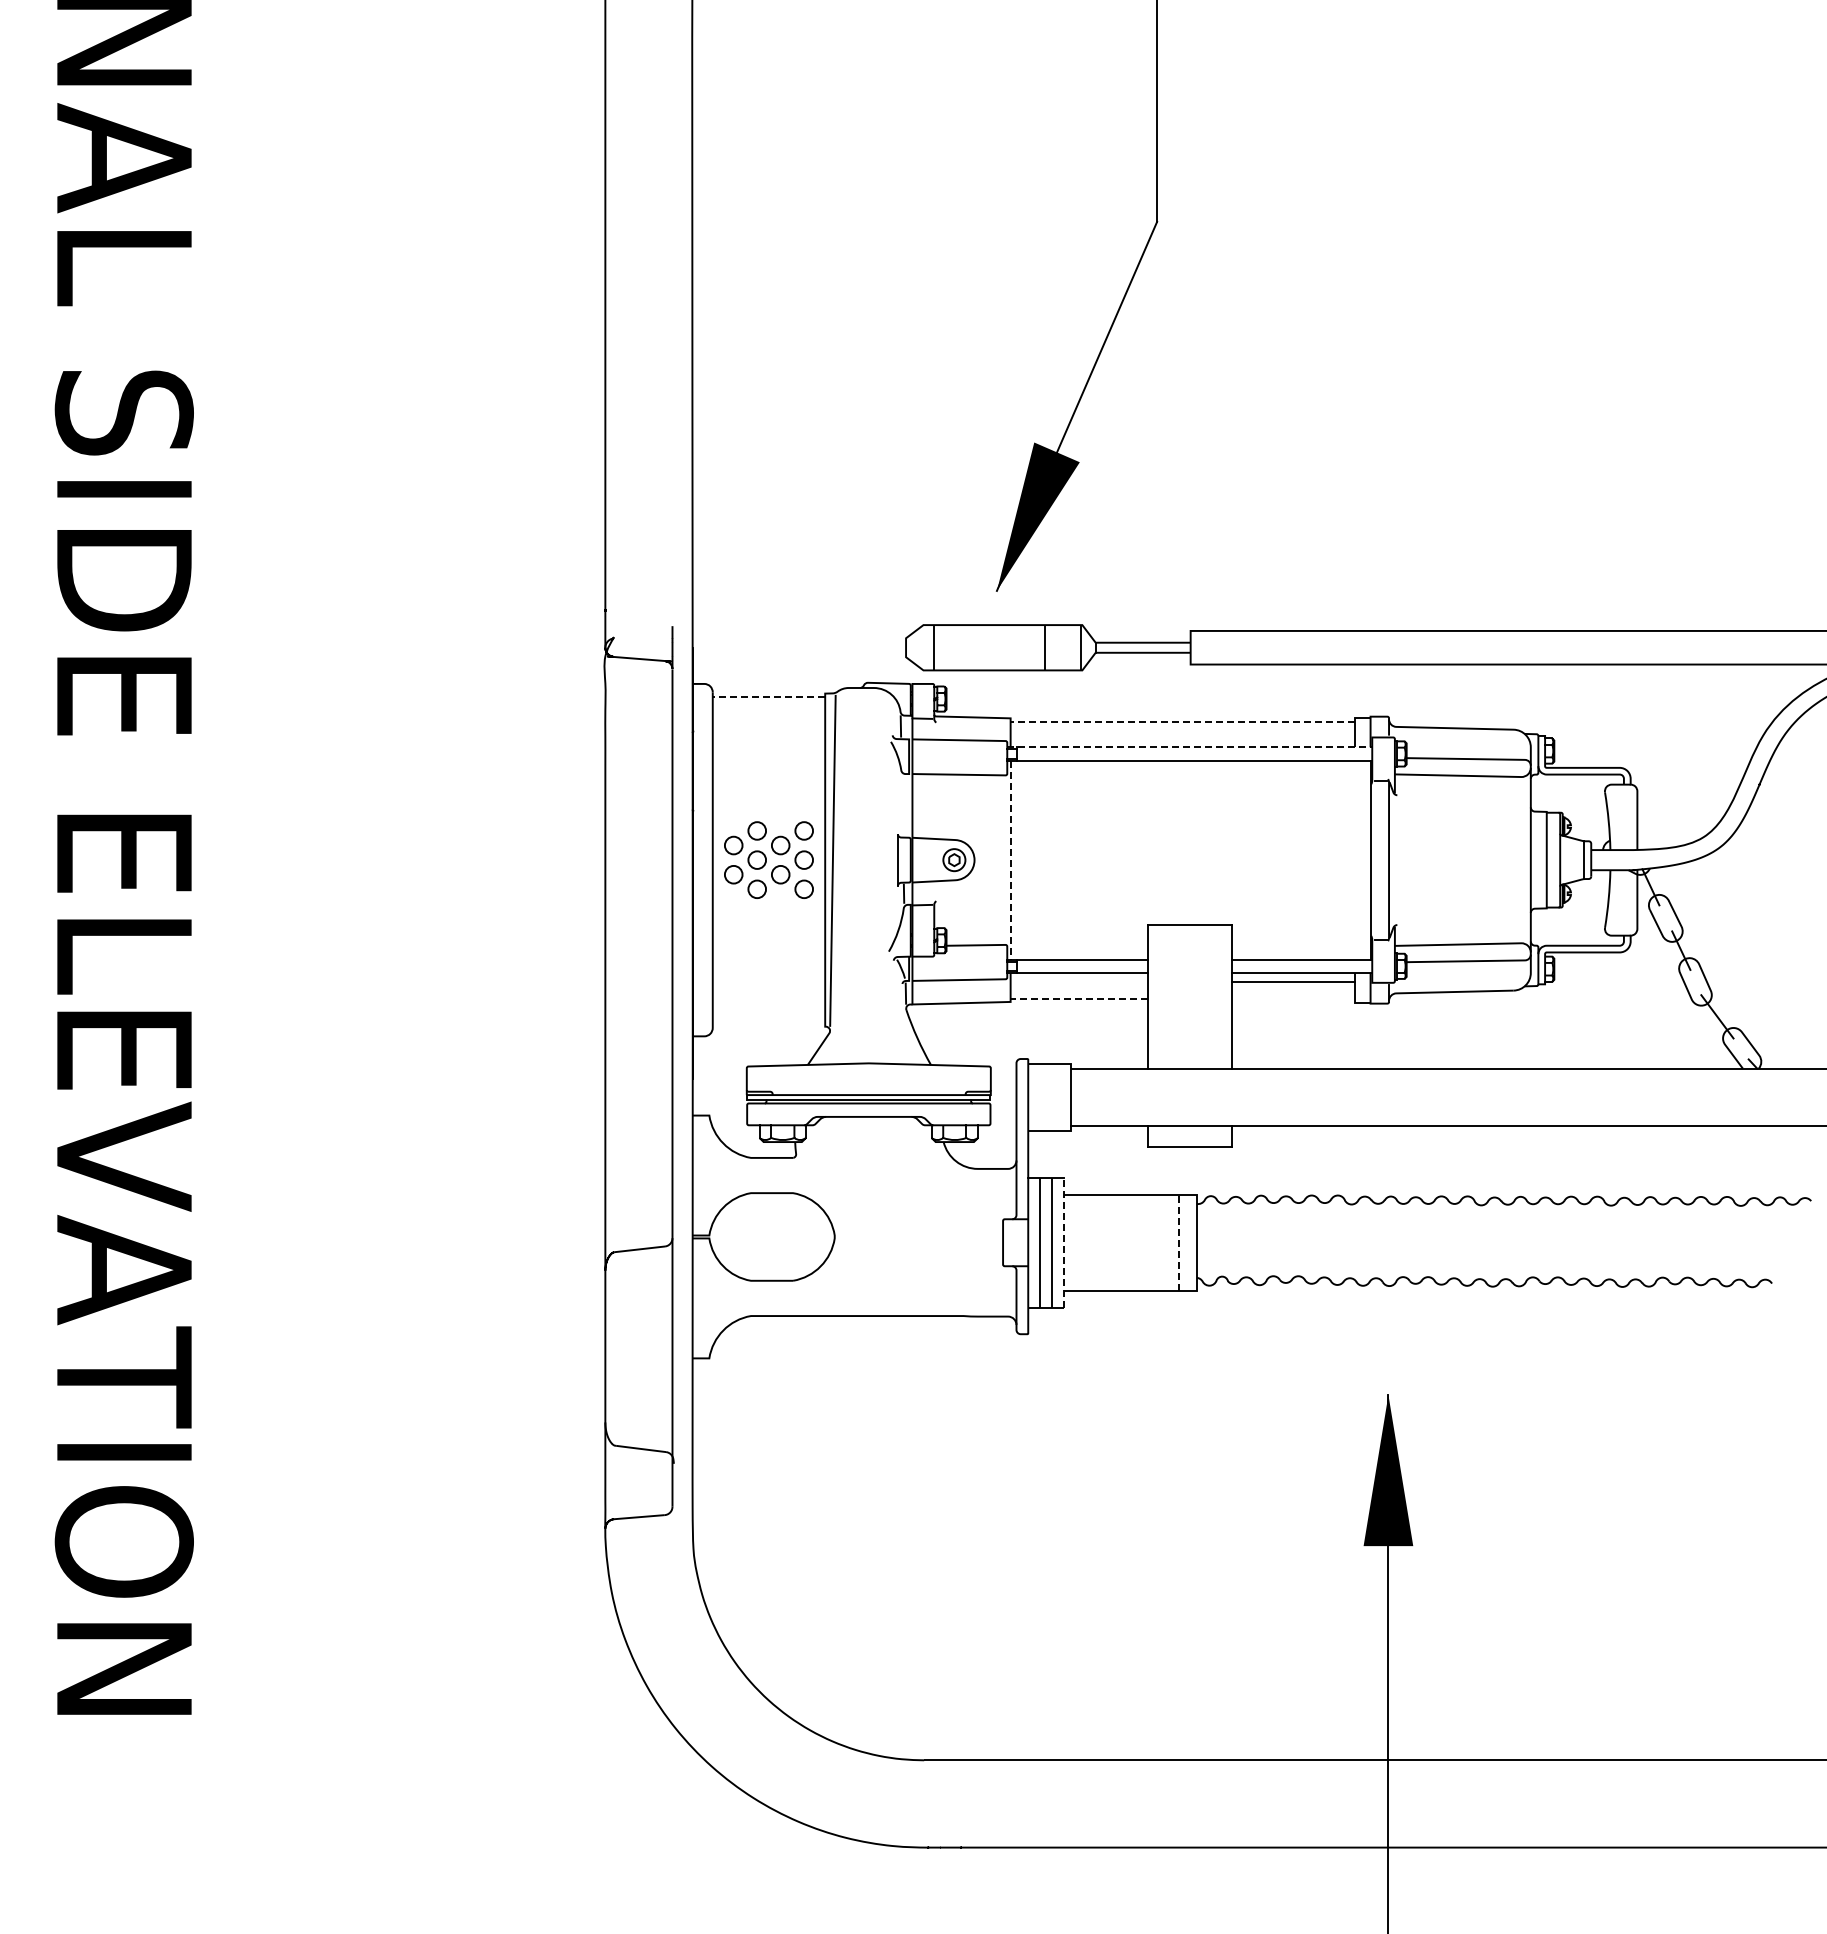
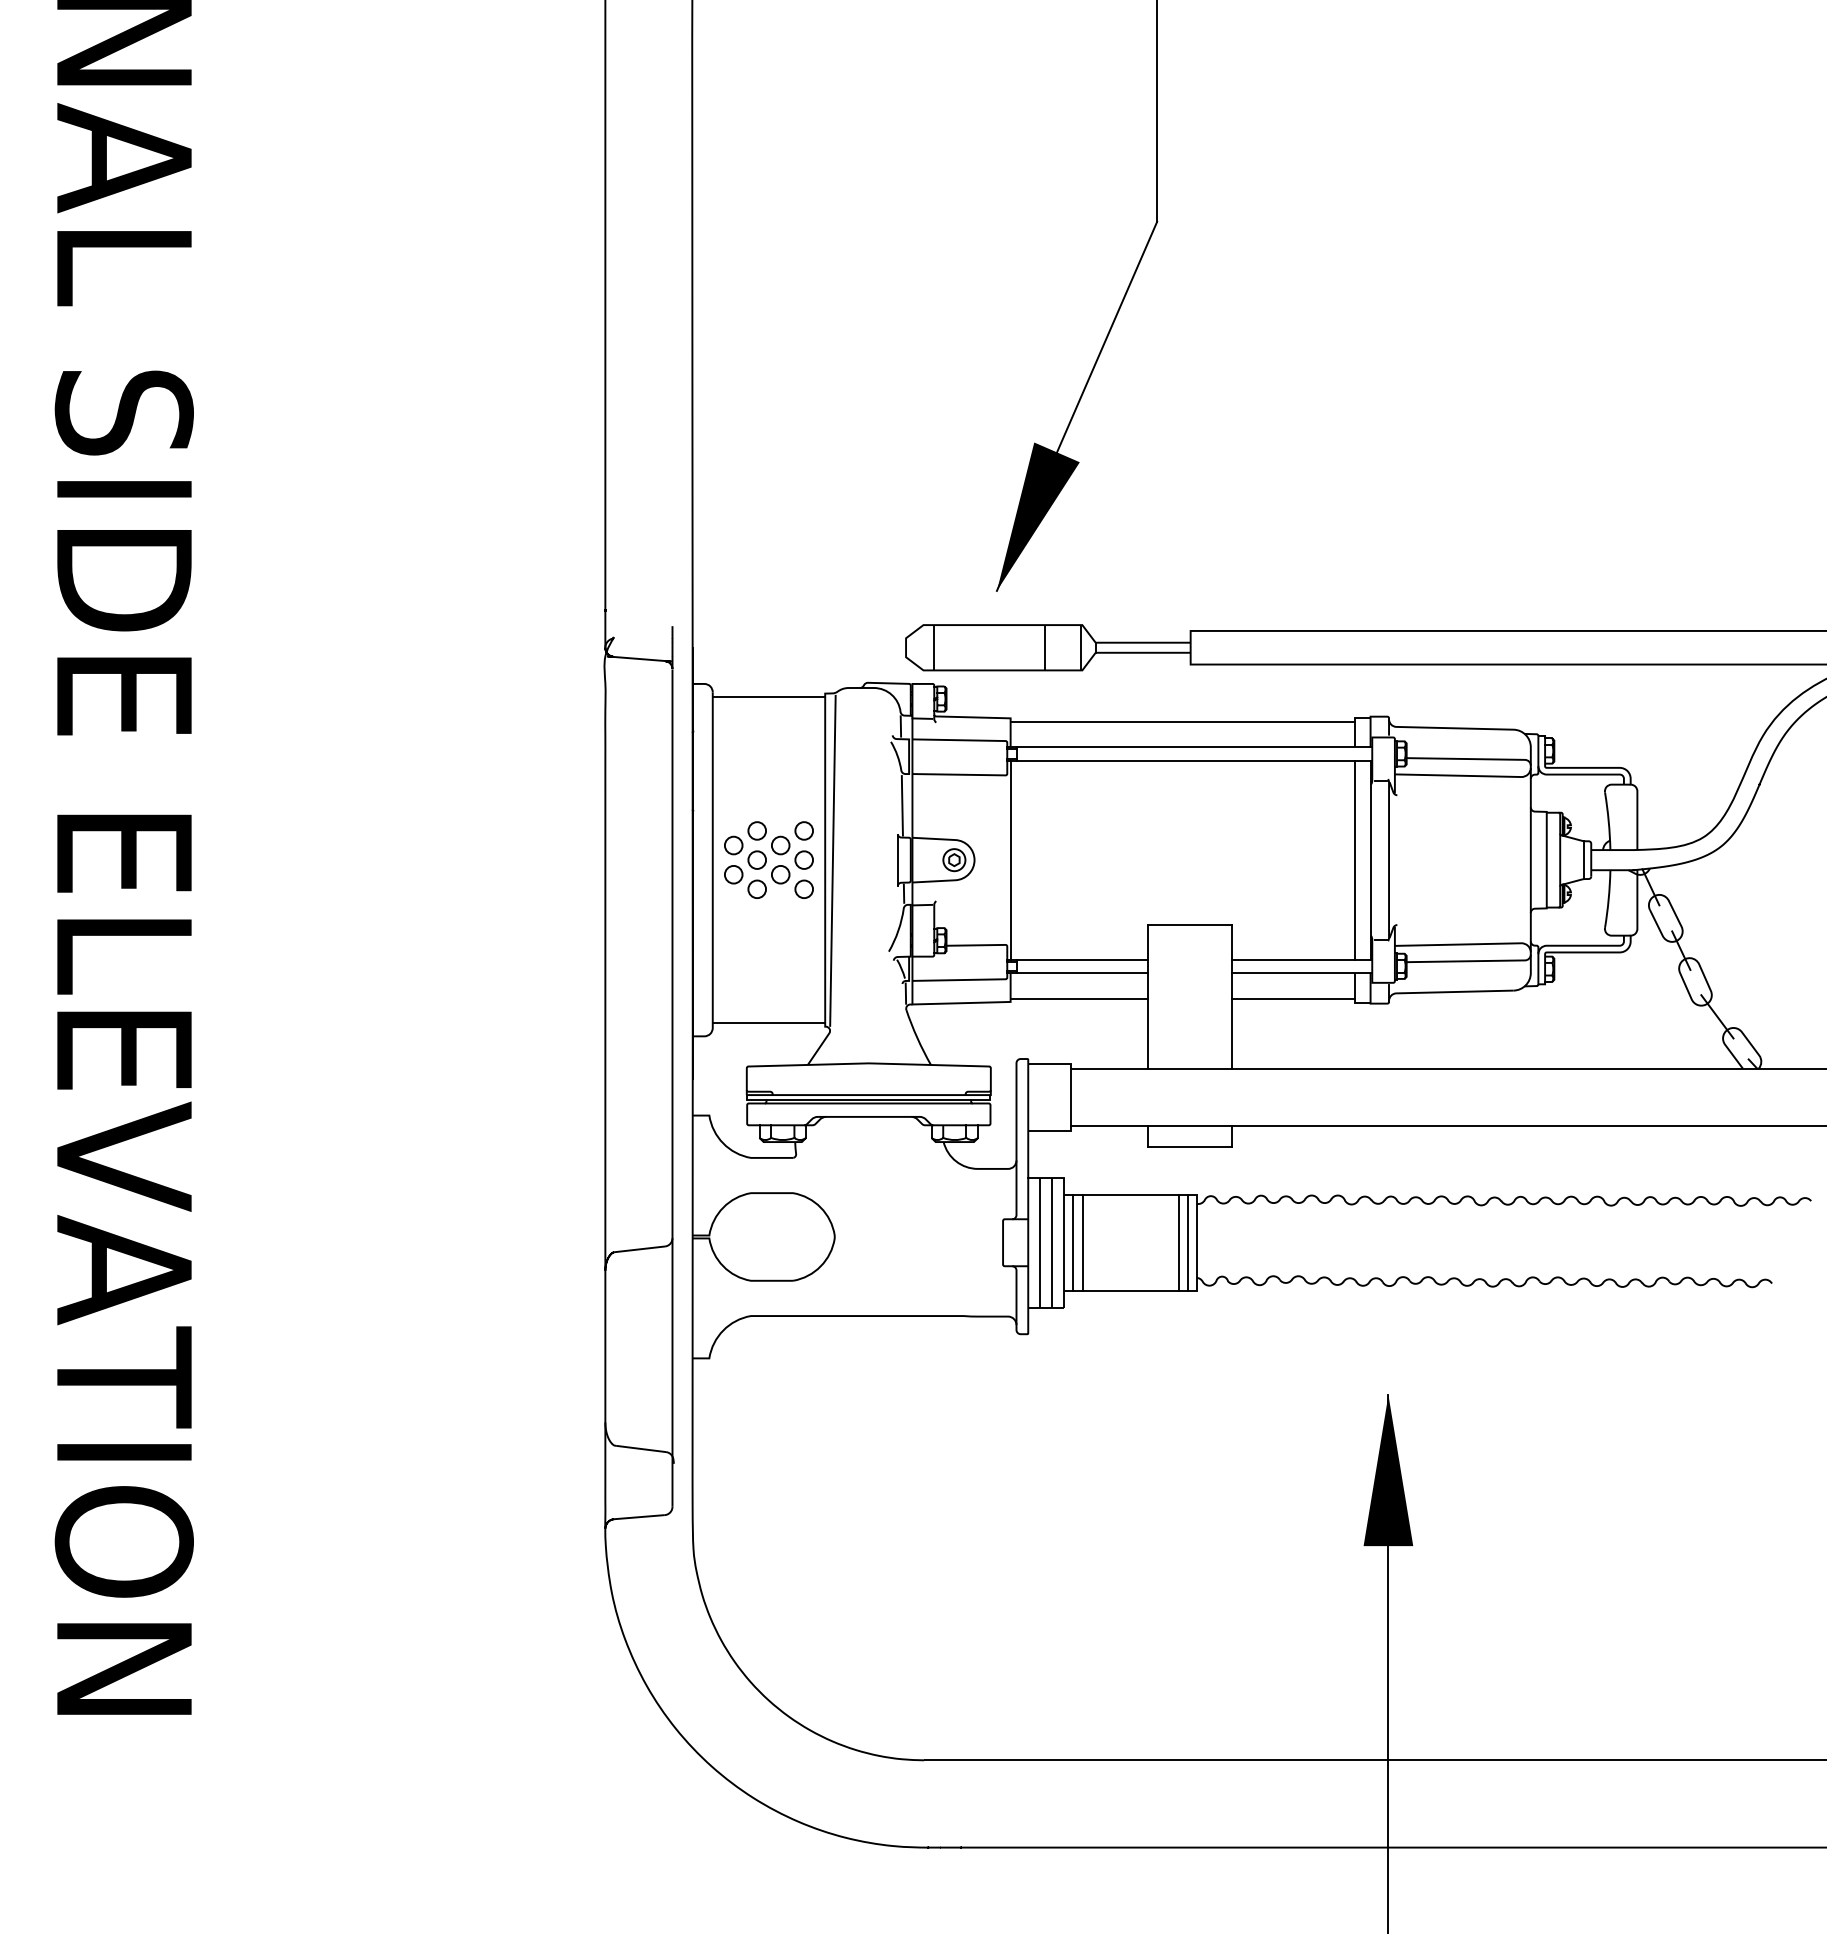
line at (768, 697): dashed -> solid
line at (1182, 721): dashed -> solid
line at (1190, 747): dashed -> solid
line at (901, 805): none -> present
line at (1354, 859): none -> present
line at (1010, 860): dashed -> solid
line at (1293, 981) position: (1293, 981) -> (1293, 998)
line at (1079, 998): dashed -> solid
line at (768, 1023): none -> present
line at (1064, 1242): dashed -> solid
line at (1073, 1242): none -> present
line at (1082, 1242): none -> present
line at (1178, 1242): dashed -> solid
line at (1187, 1242): none -> present
